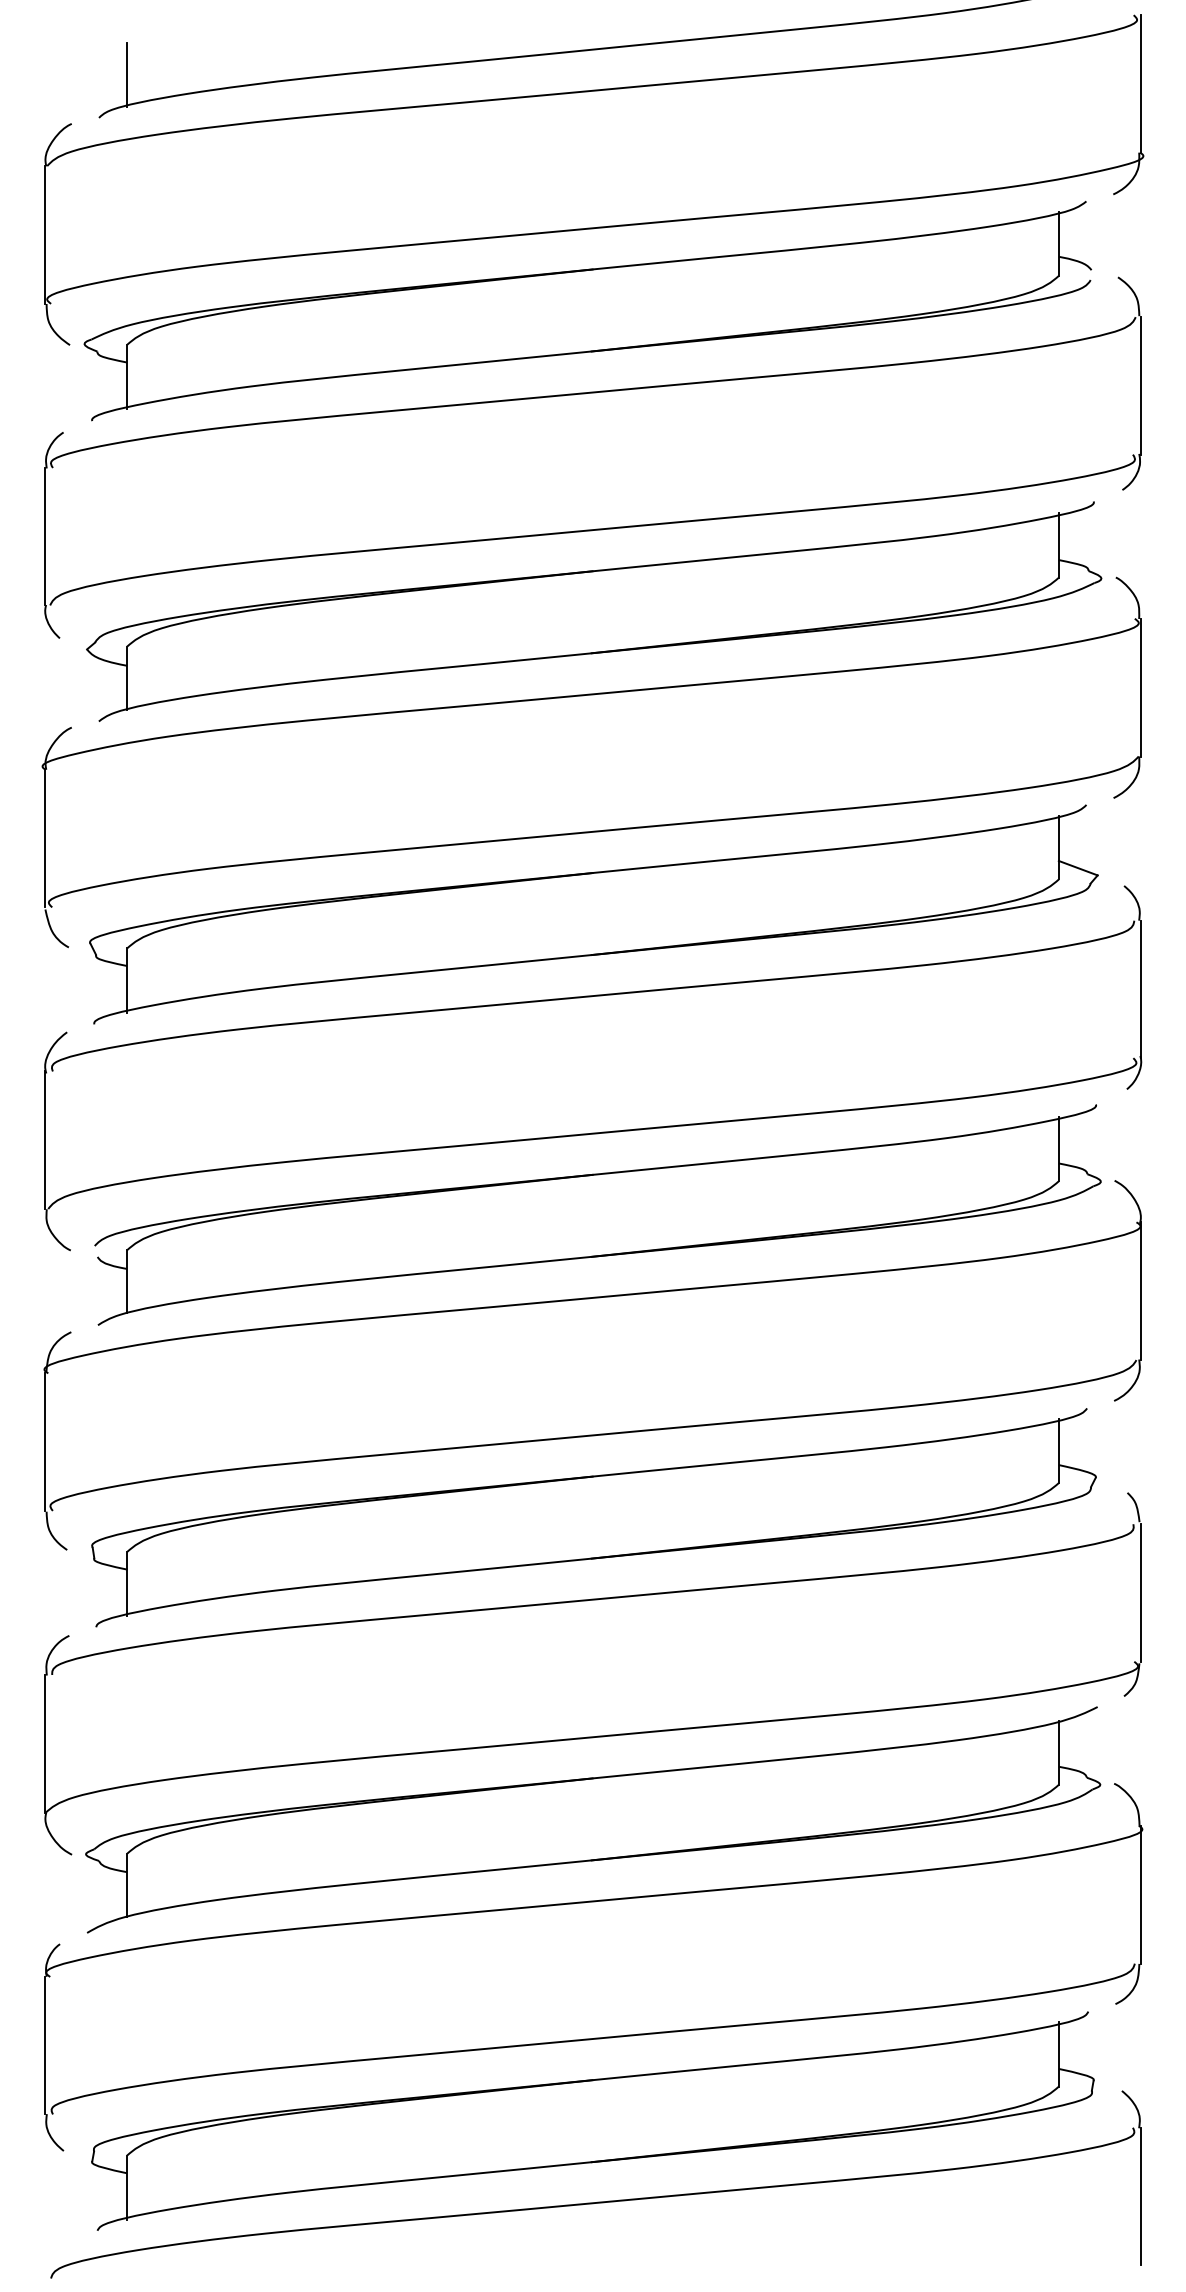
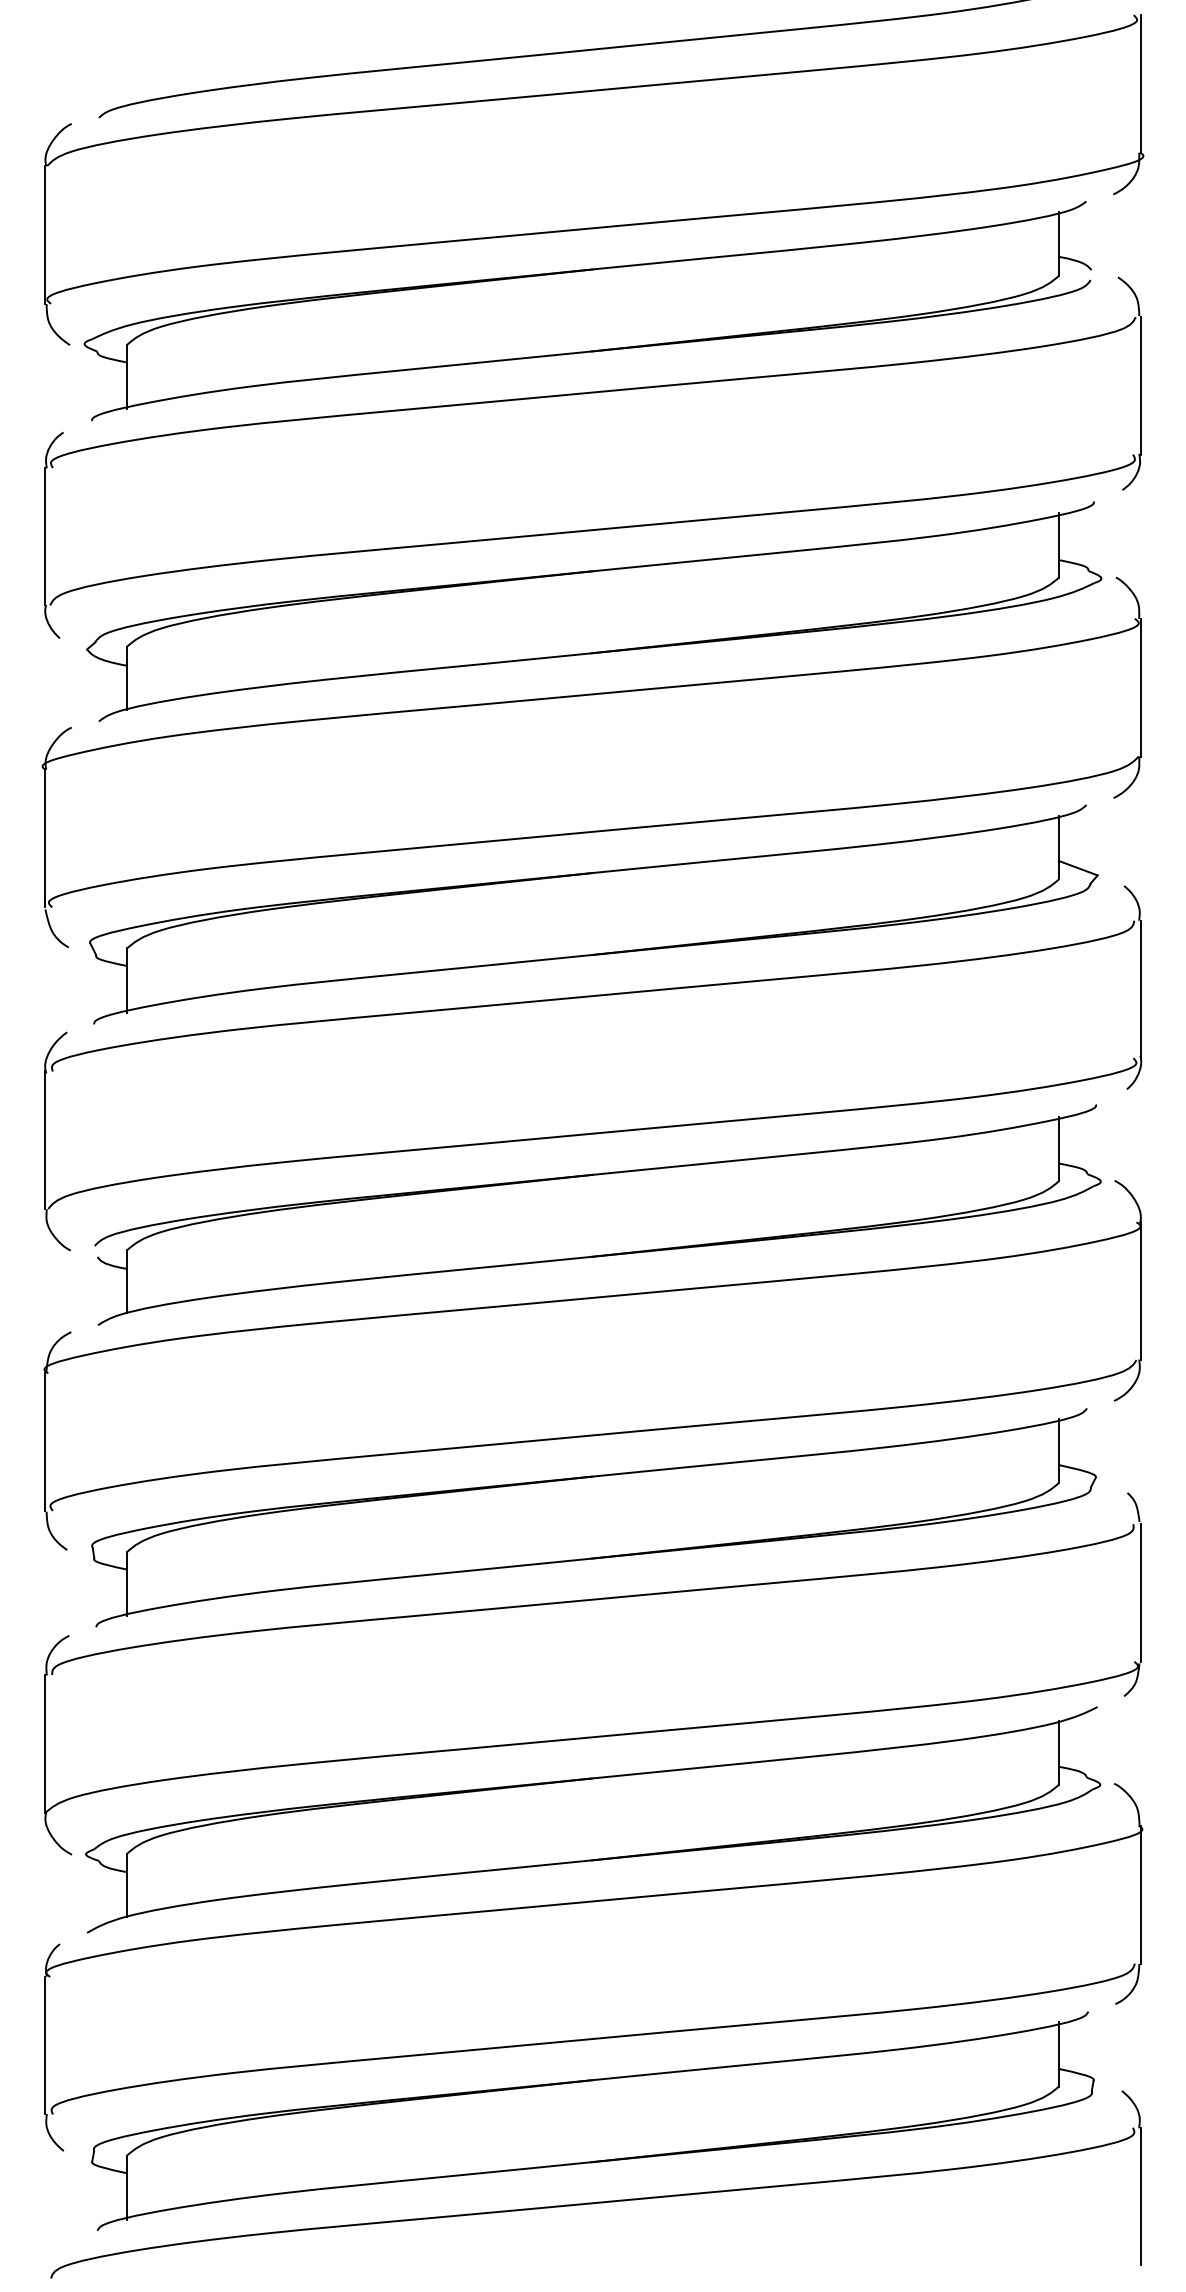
line at (127, 74): present -> none
